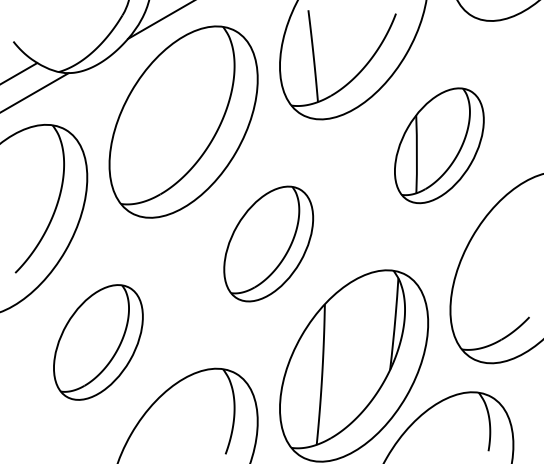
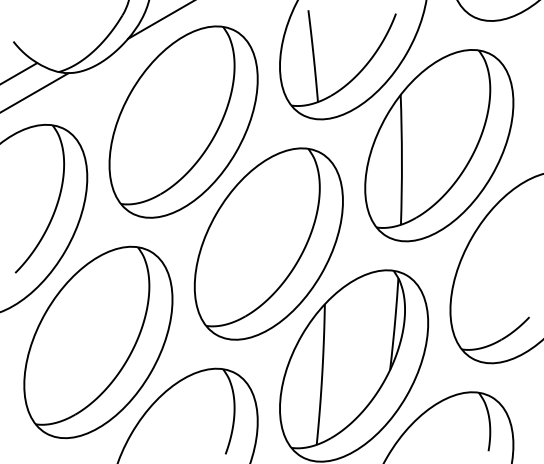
part at (439, 145) size: 91x118 px -> 151x194 px
part at (268, 243) size: 92x118 px -> 151x194 px
part at (98, 342) size: 91x117 px -> 151x195 px
